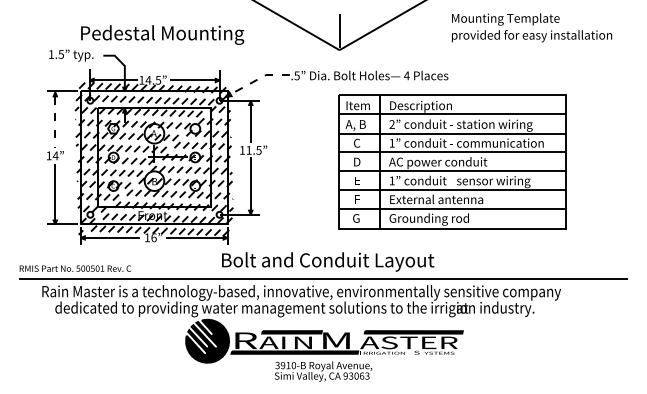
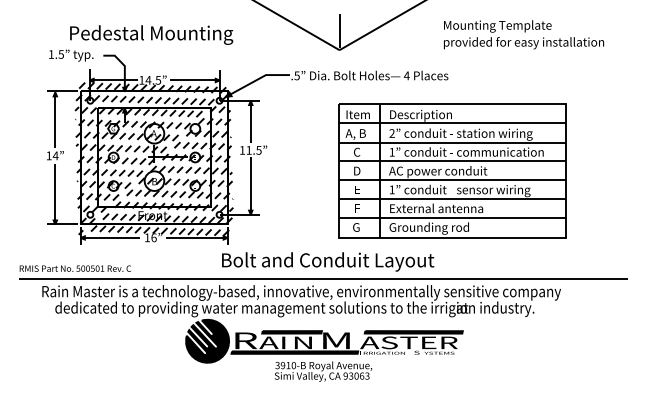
text at (532, 27) position: (532, 27) -> (524, 34)
text at (162, 34) position: (162, 34) -> (151, 34)
line at (259, 78): dashed -> solid
line at (55, 122): dashed -> solid
part at (452, 161) position: (452, 161) -> (452, 170)
